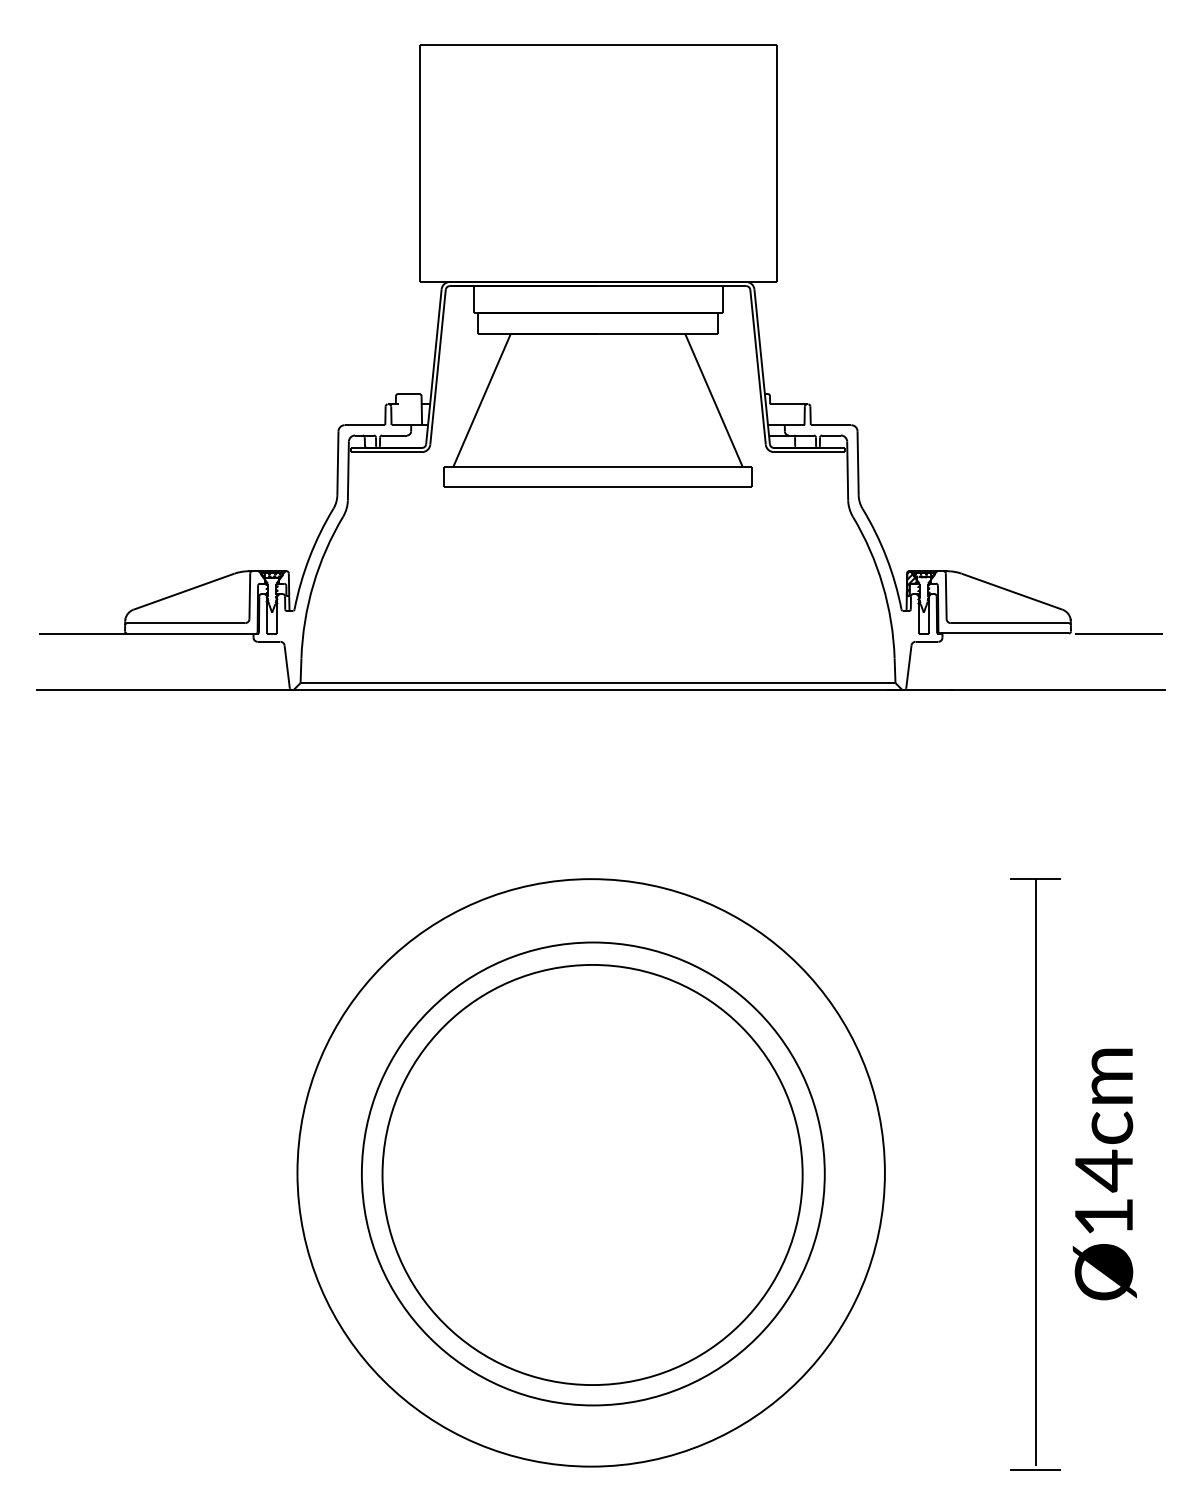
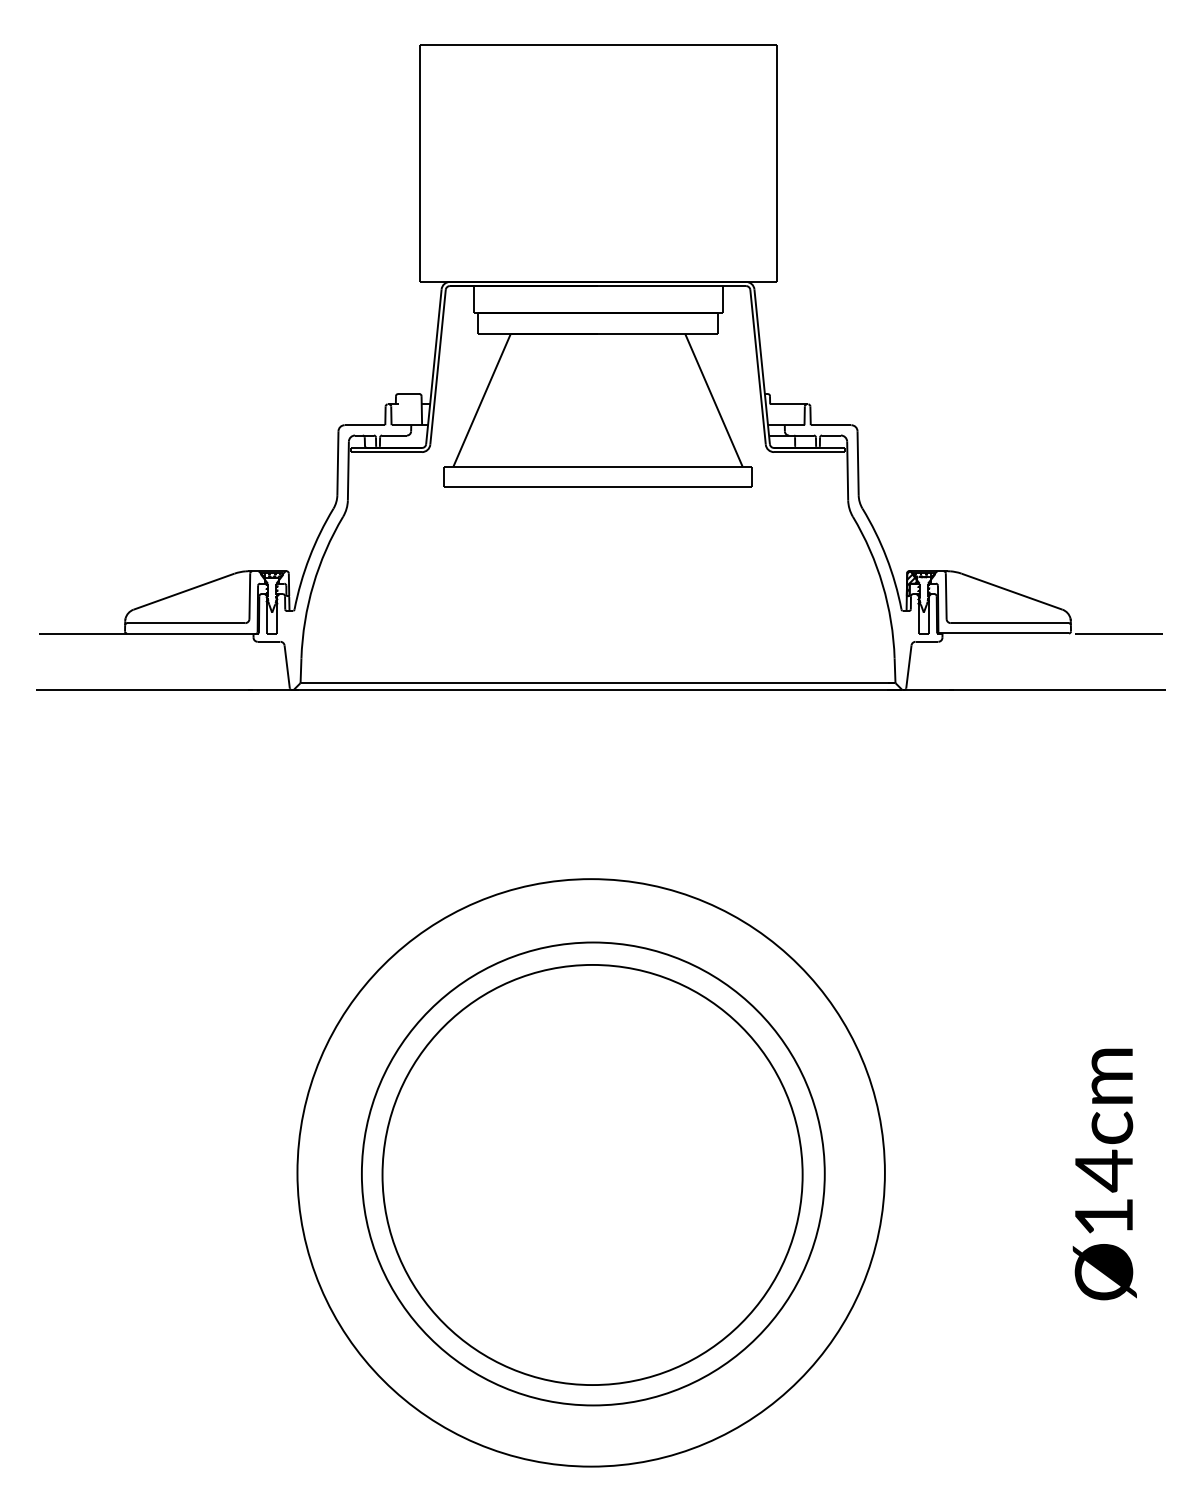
part at (1035, 1174): present -> none
